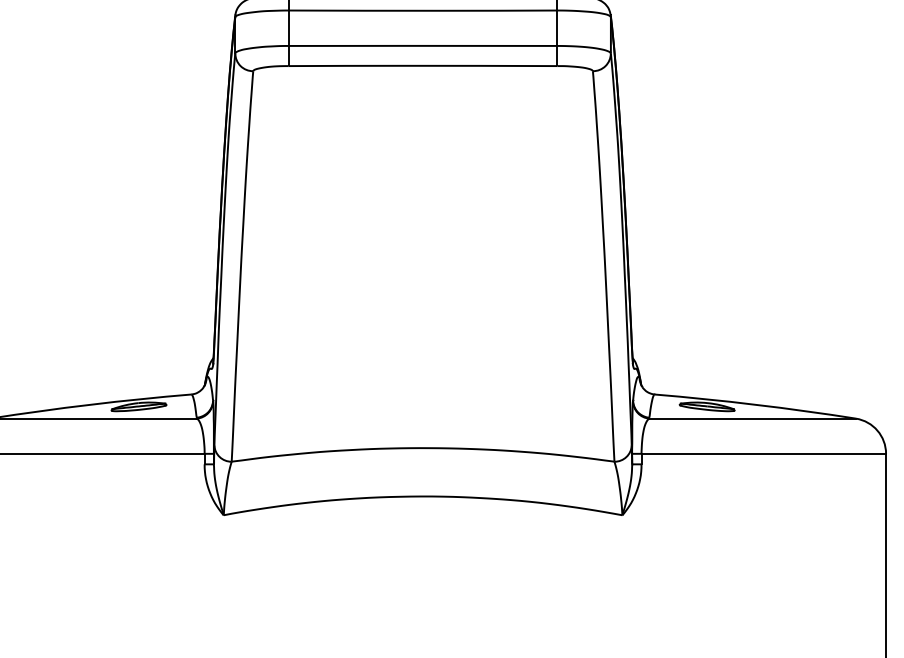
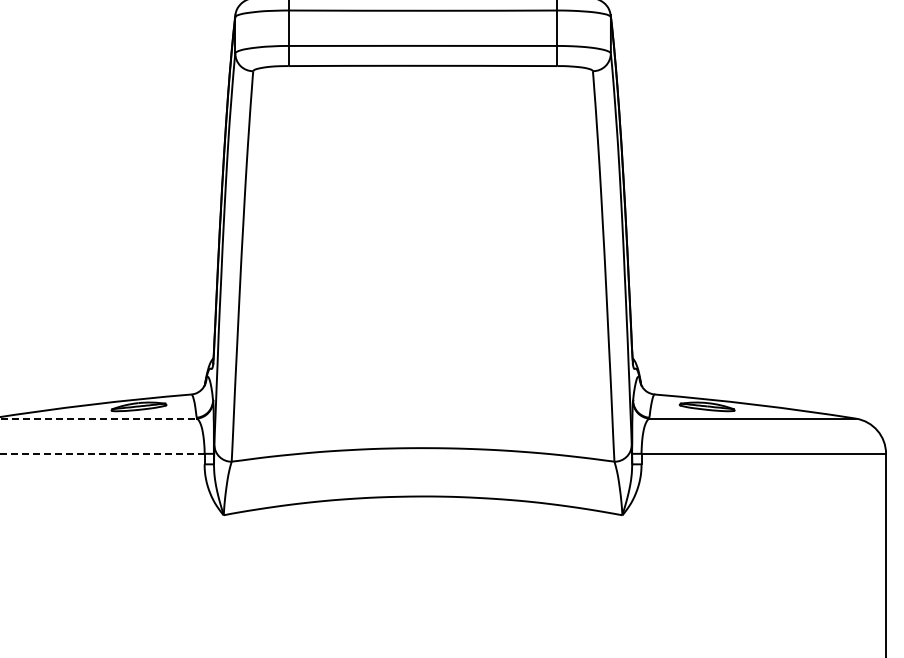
line at (98, 418): solid -> dashed
line at (102, 453): solid -> dashed
